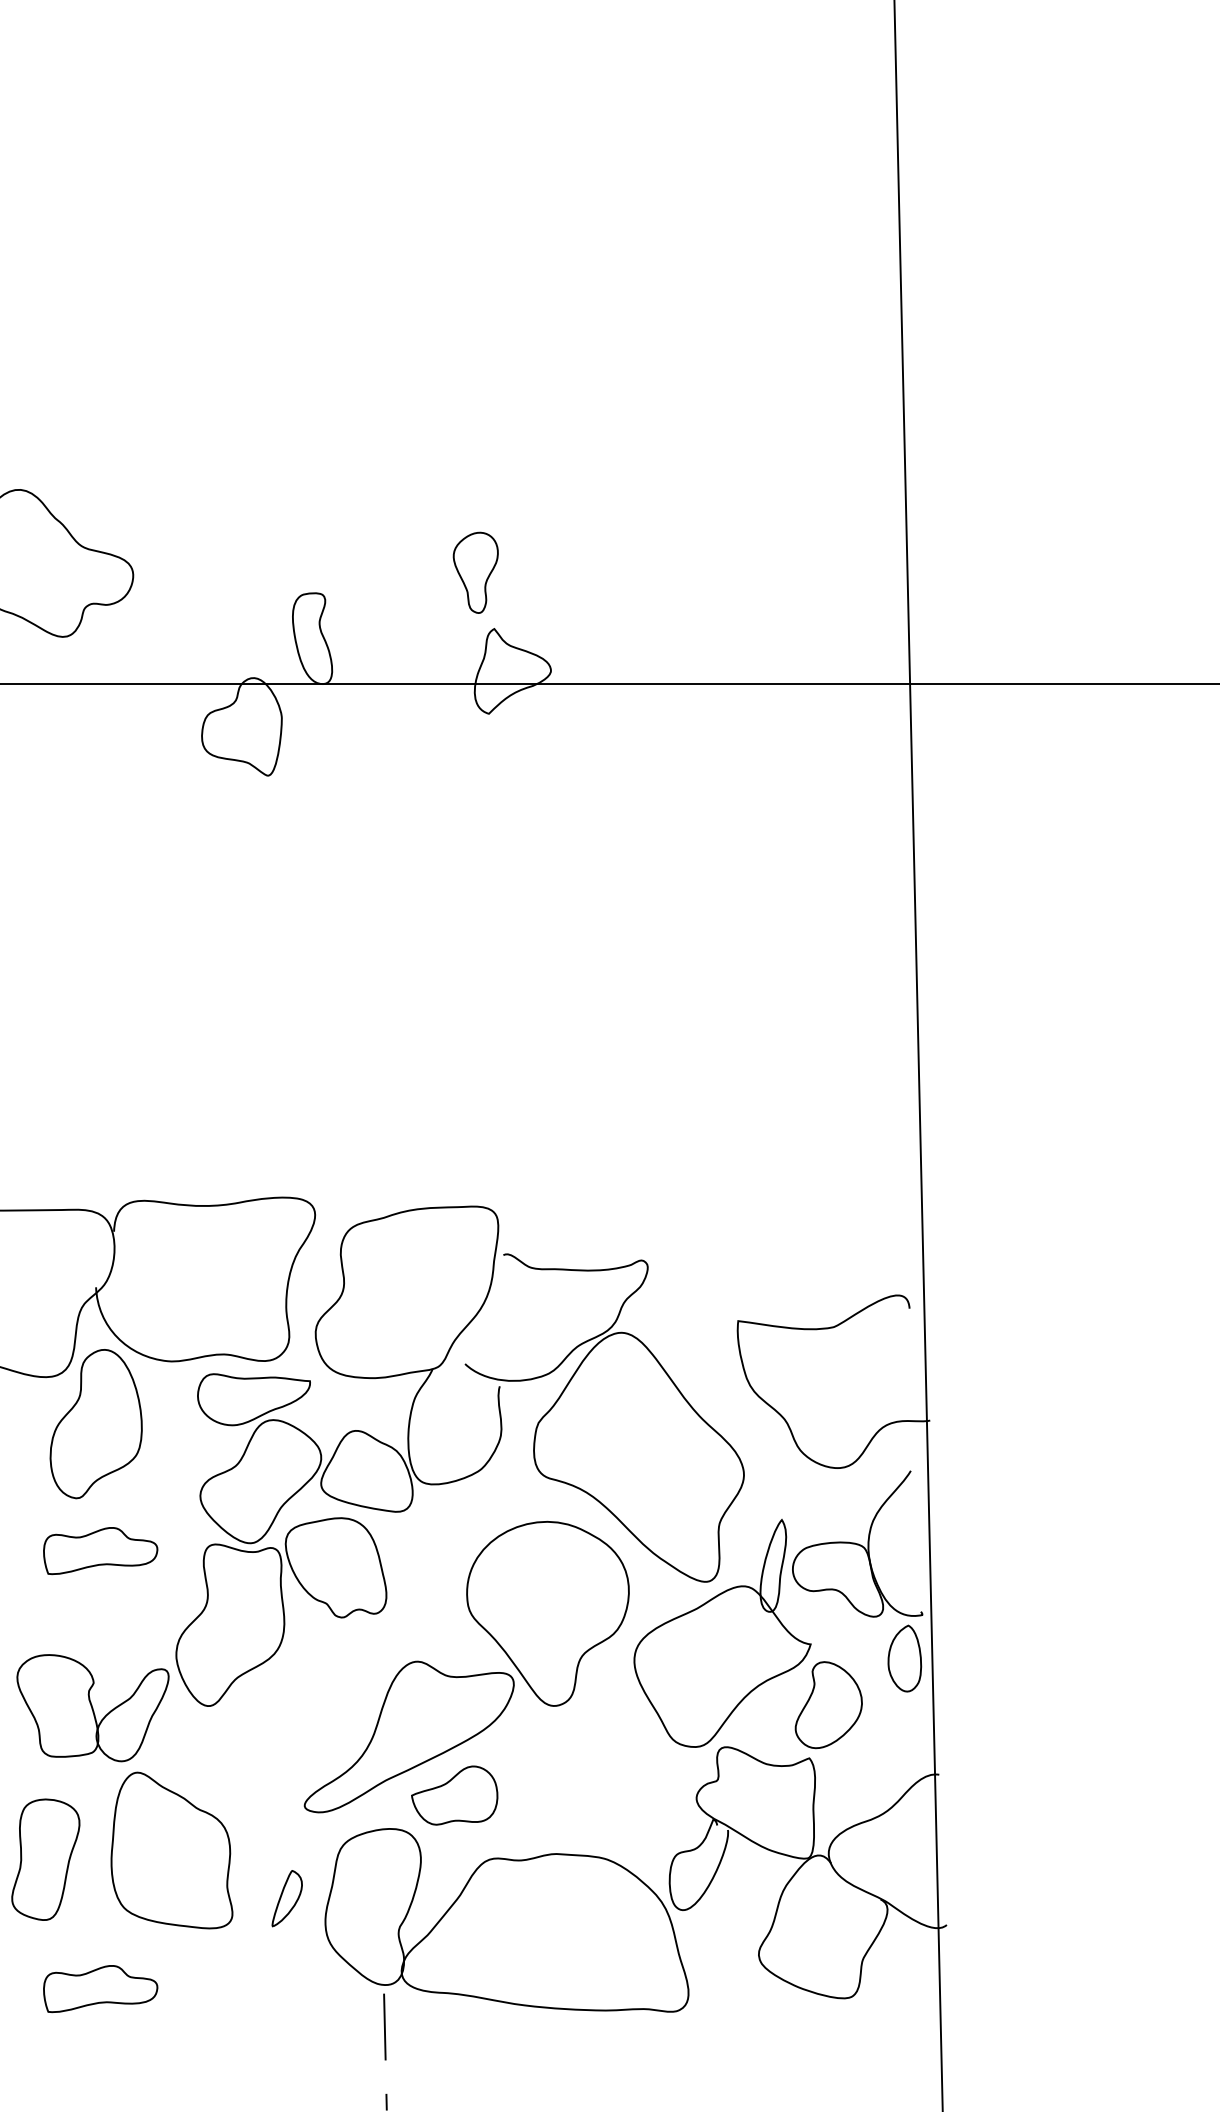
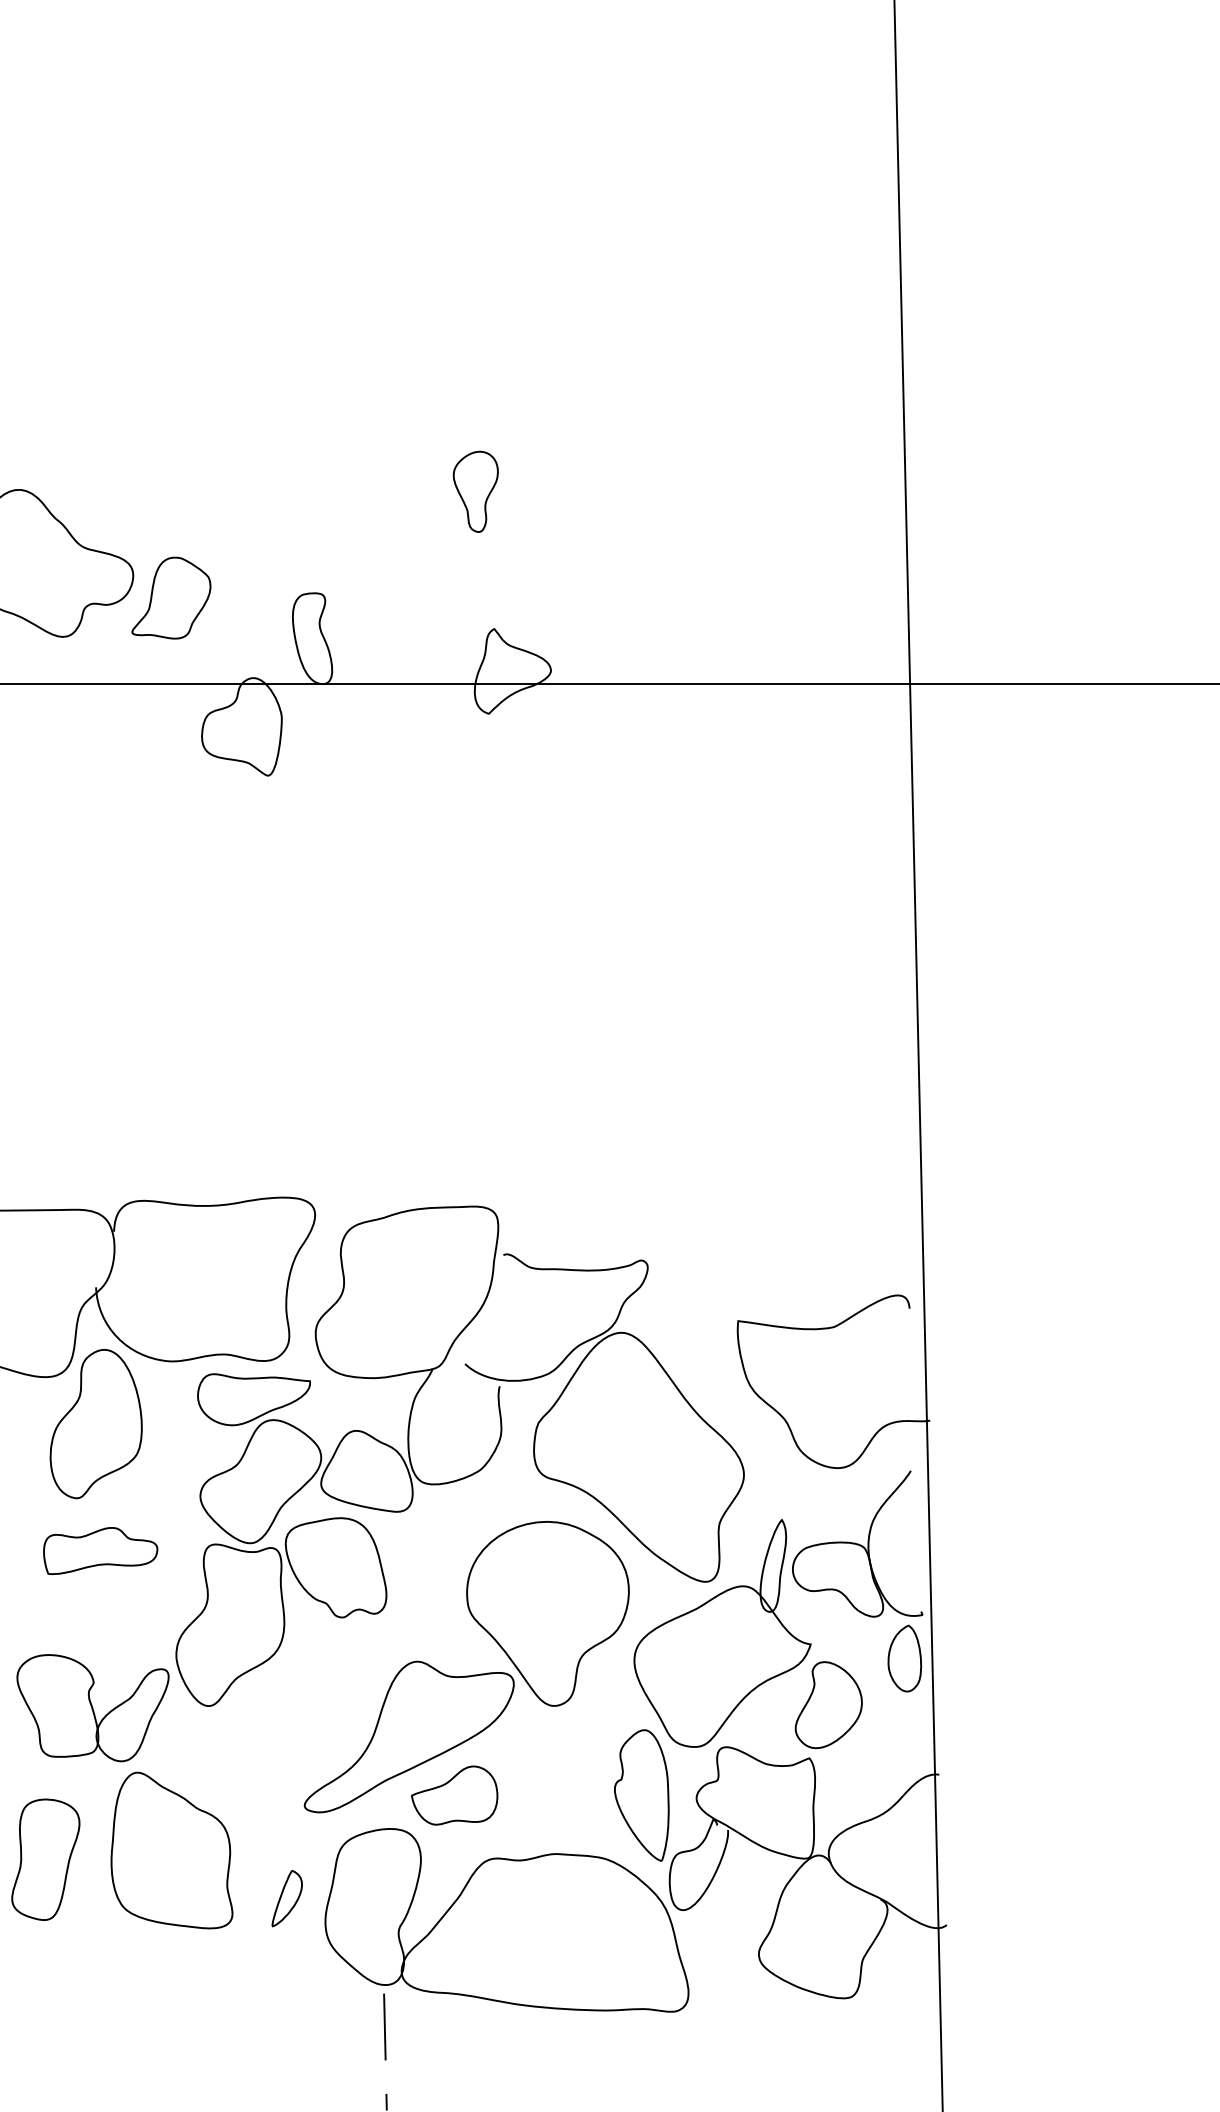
part at (475, 572) position: (475, 572) -> (475, 491)
part at (171, 597): none -> present
part at (641, 1795): none -> present
part at (100, 1989): present -> none
